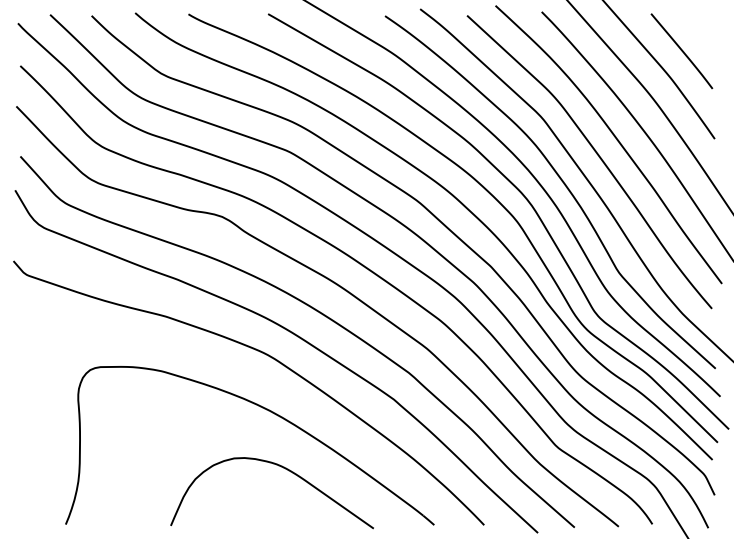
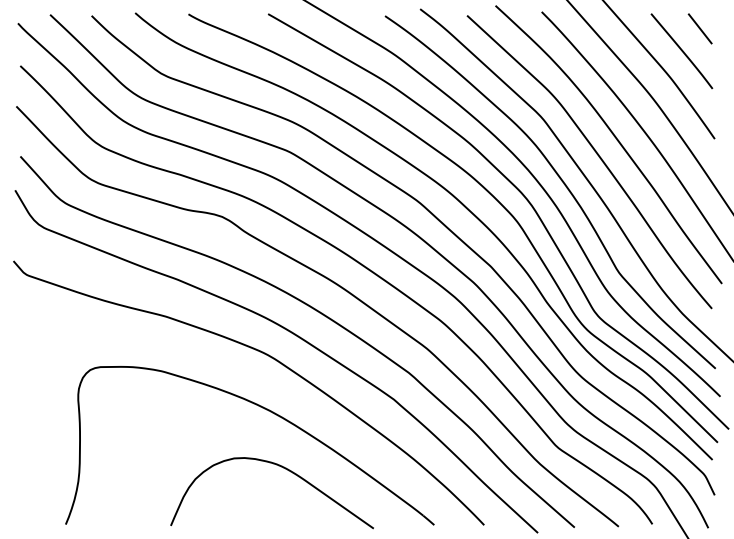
line at (699, 28): none -> present
